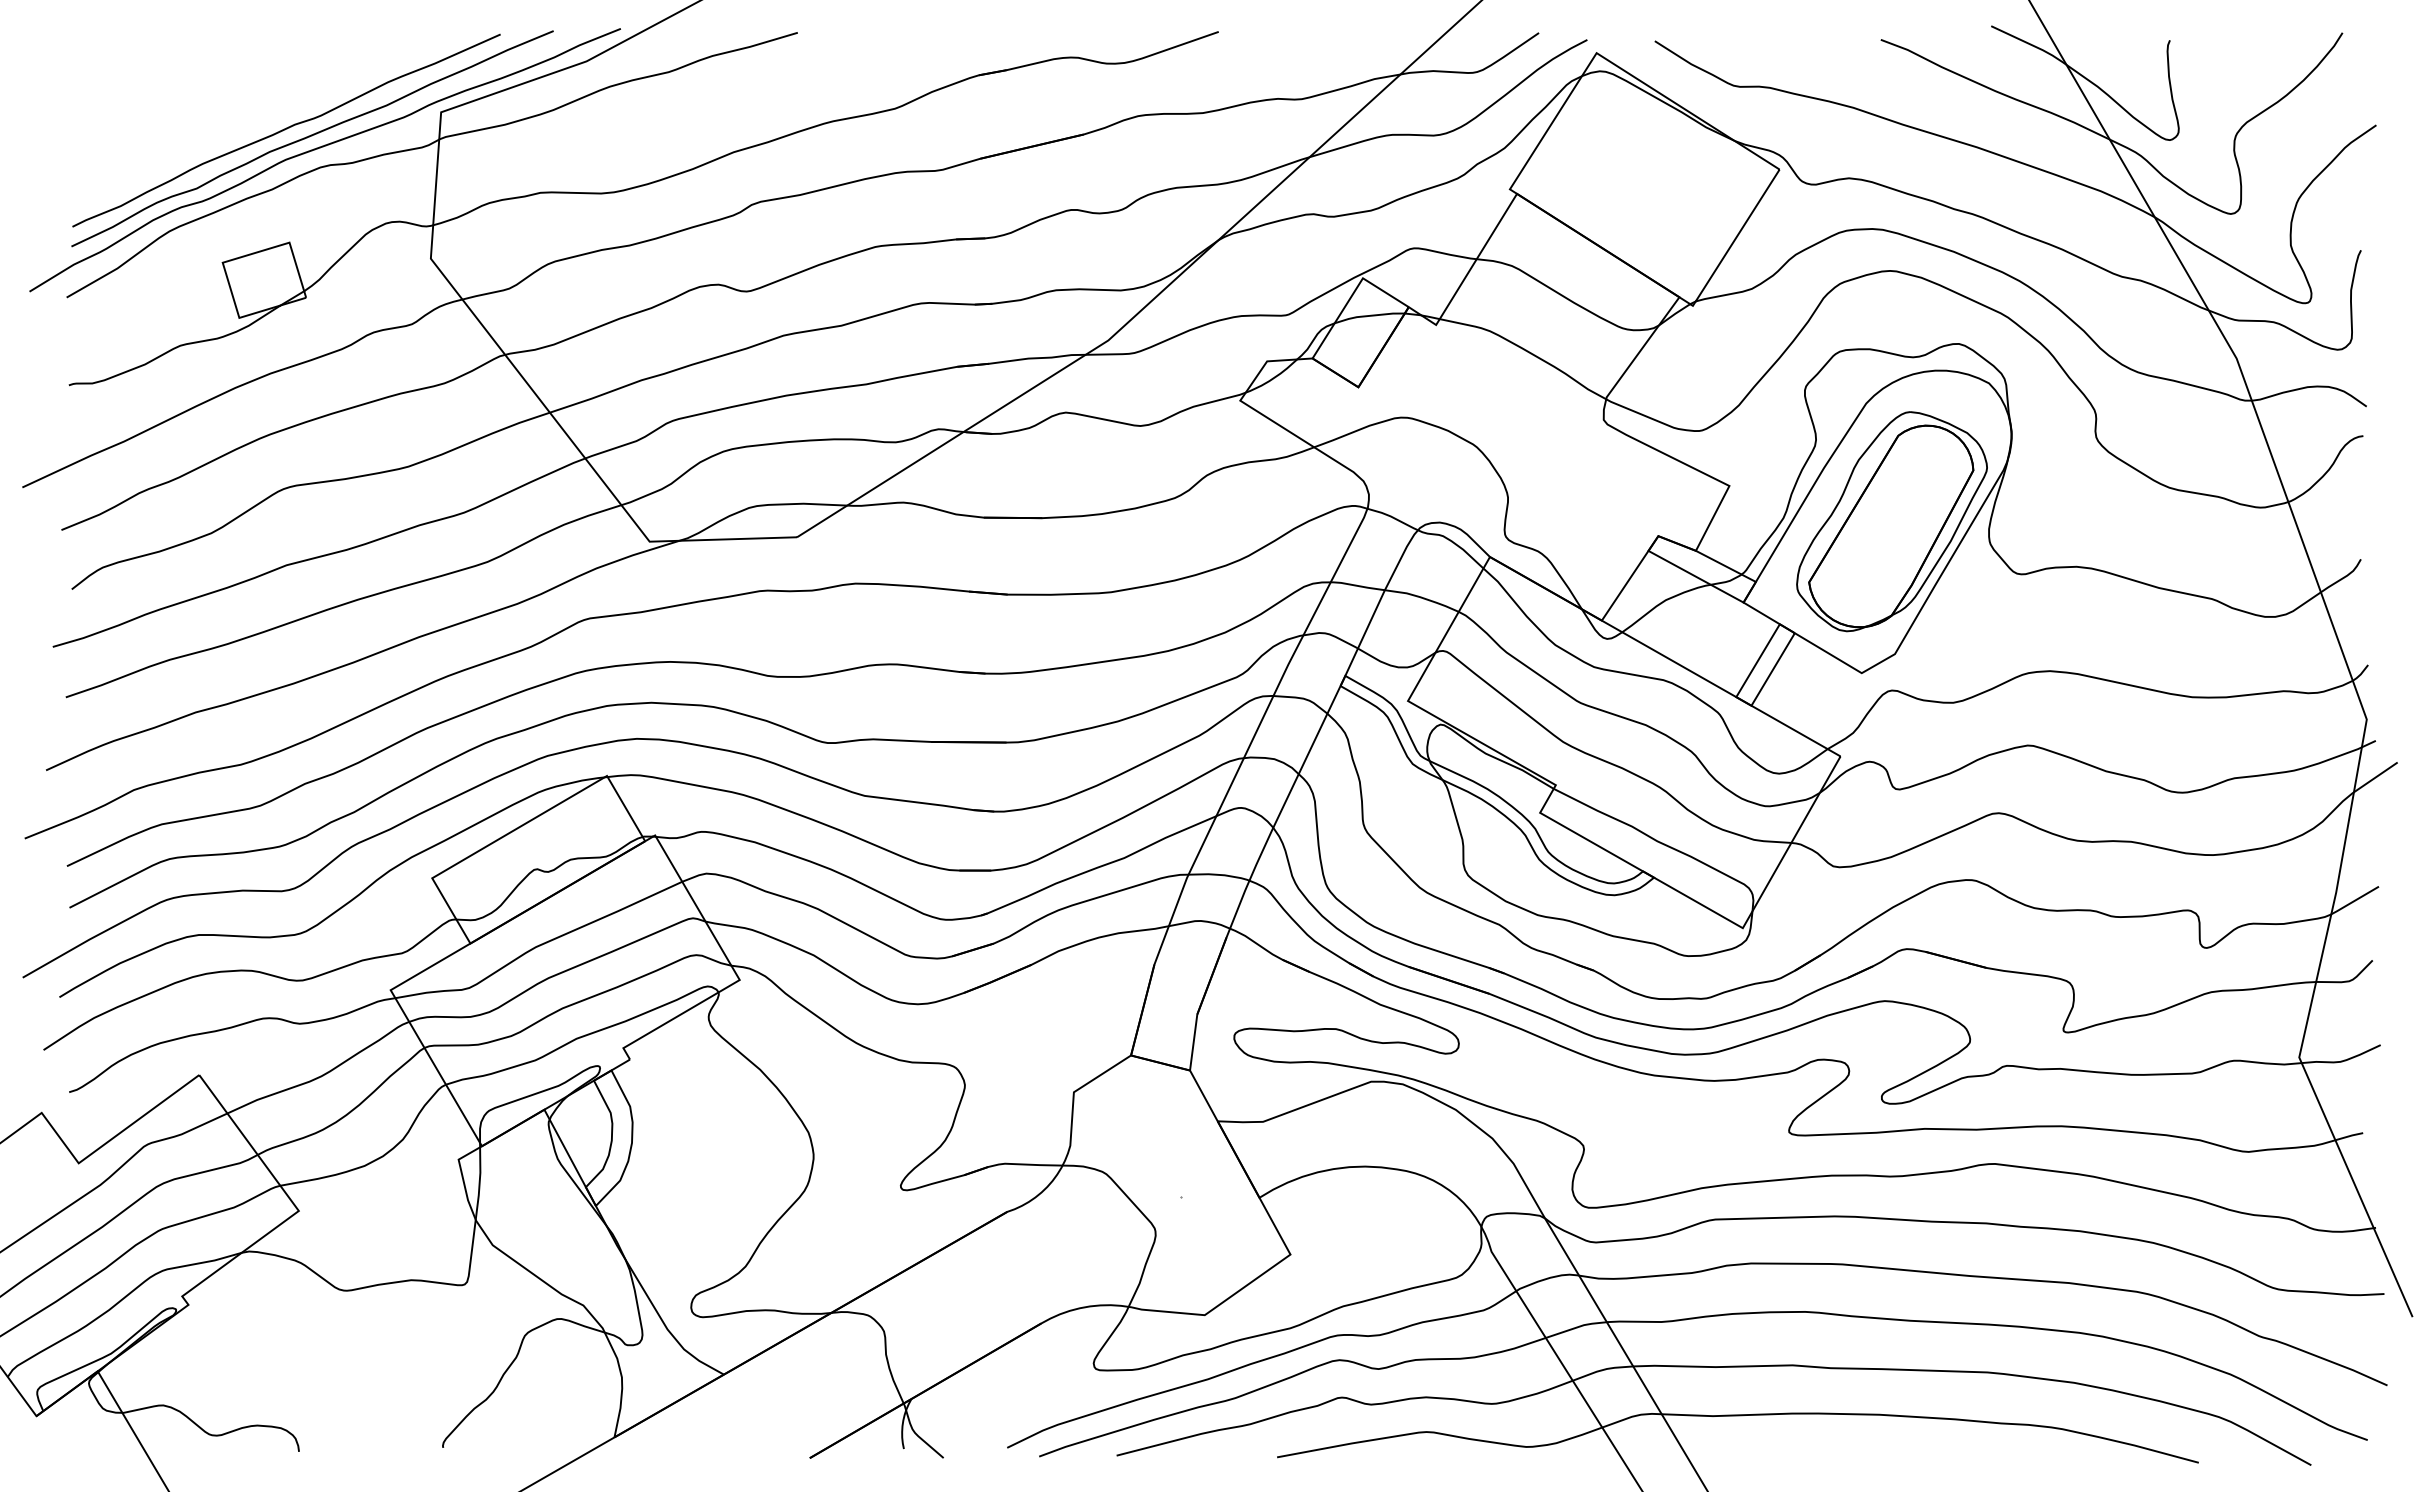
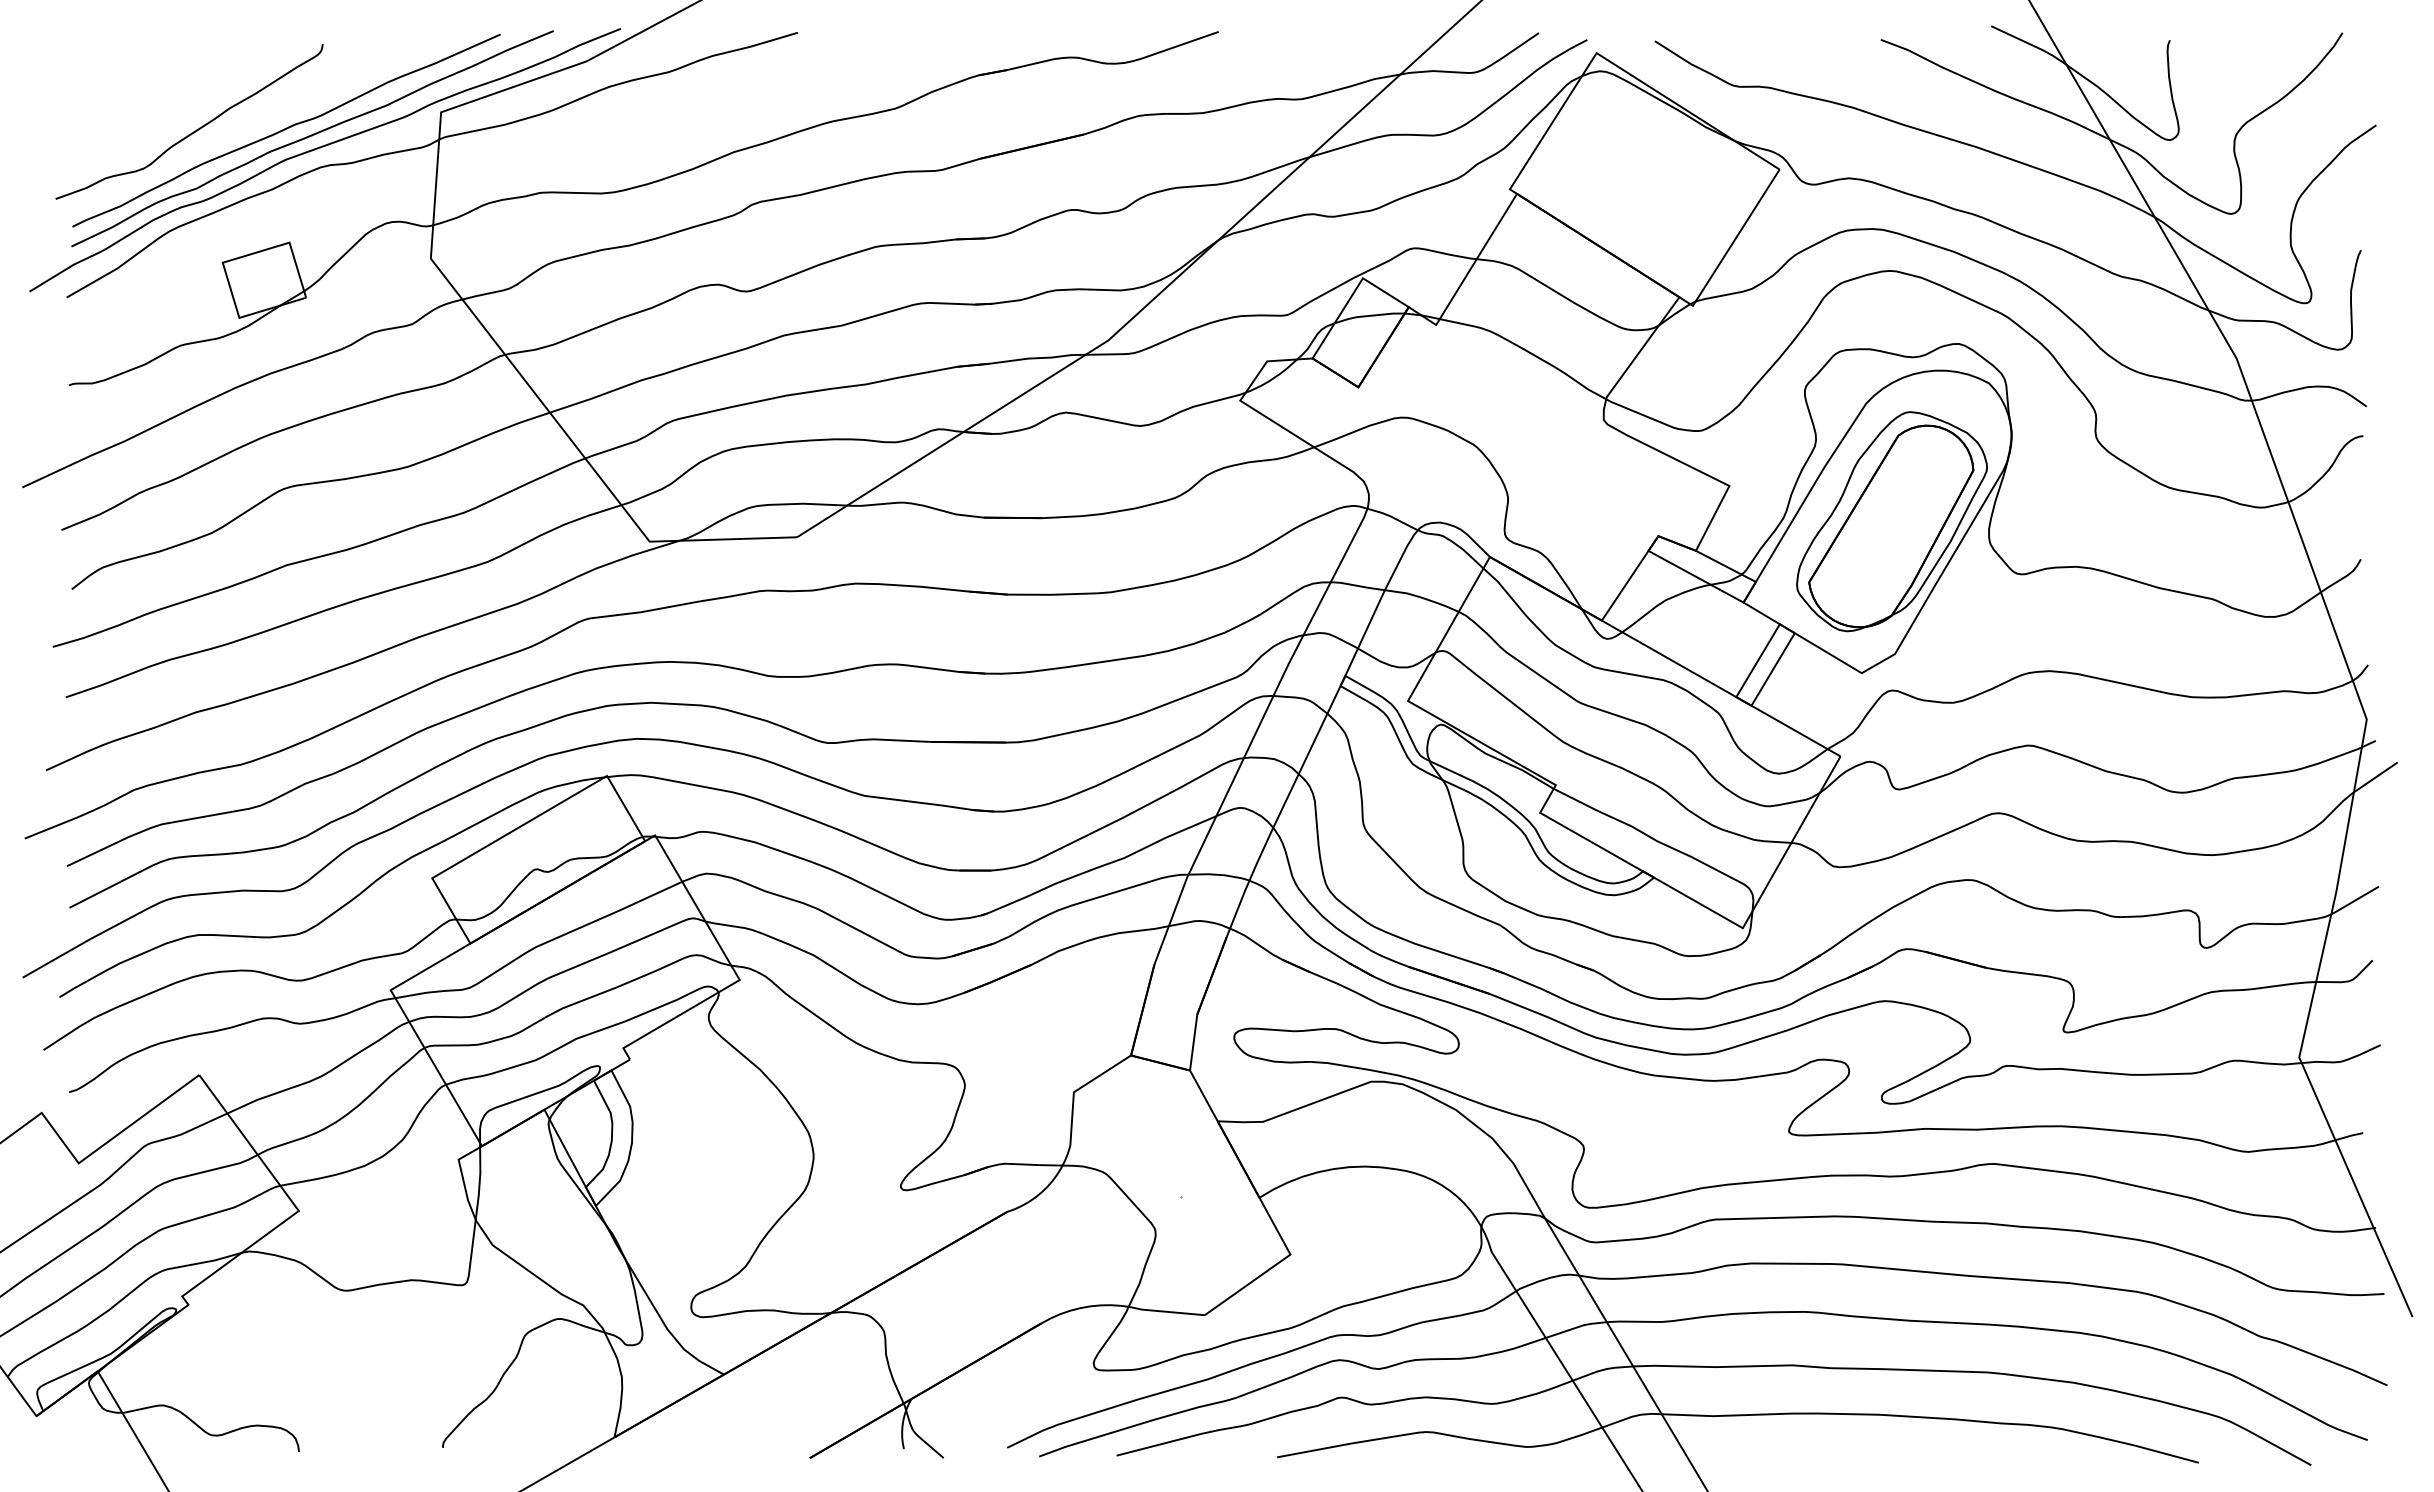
curve at (194, 130): none -> present
